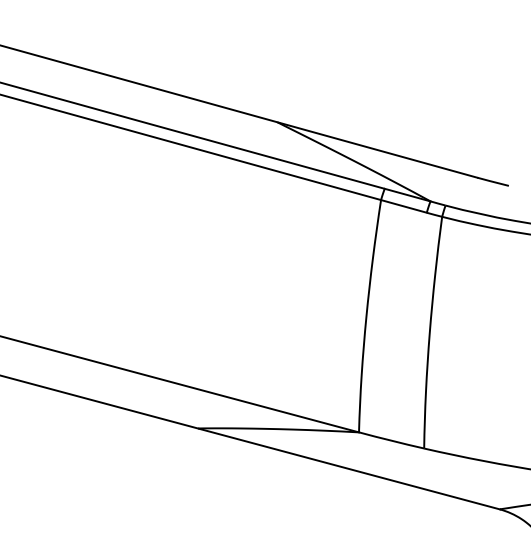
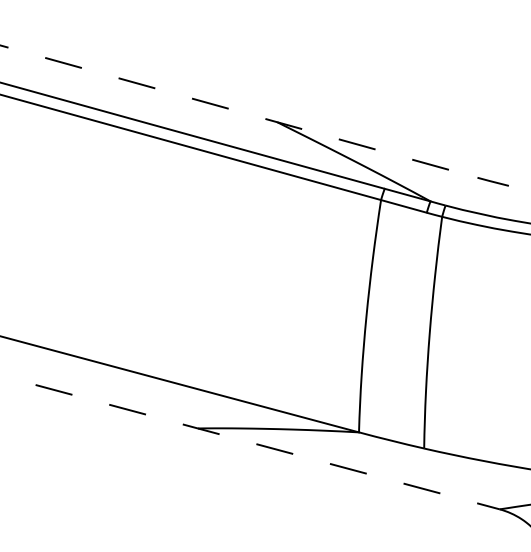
line at (239, 111): solid -> dashed
line at (250, 442): solid -> dashed
